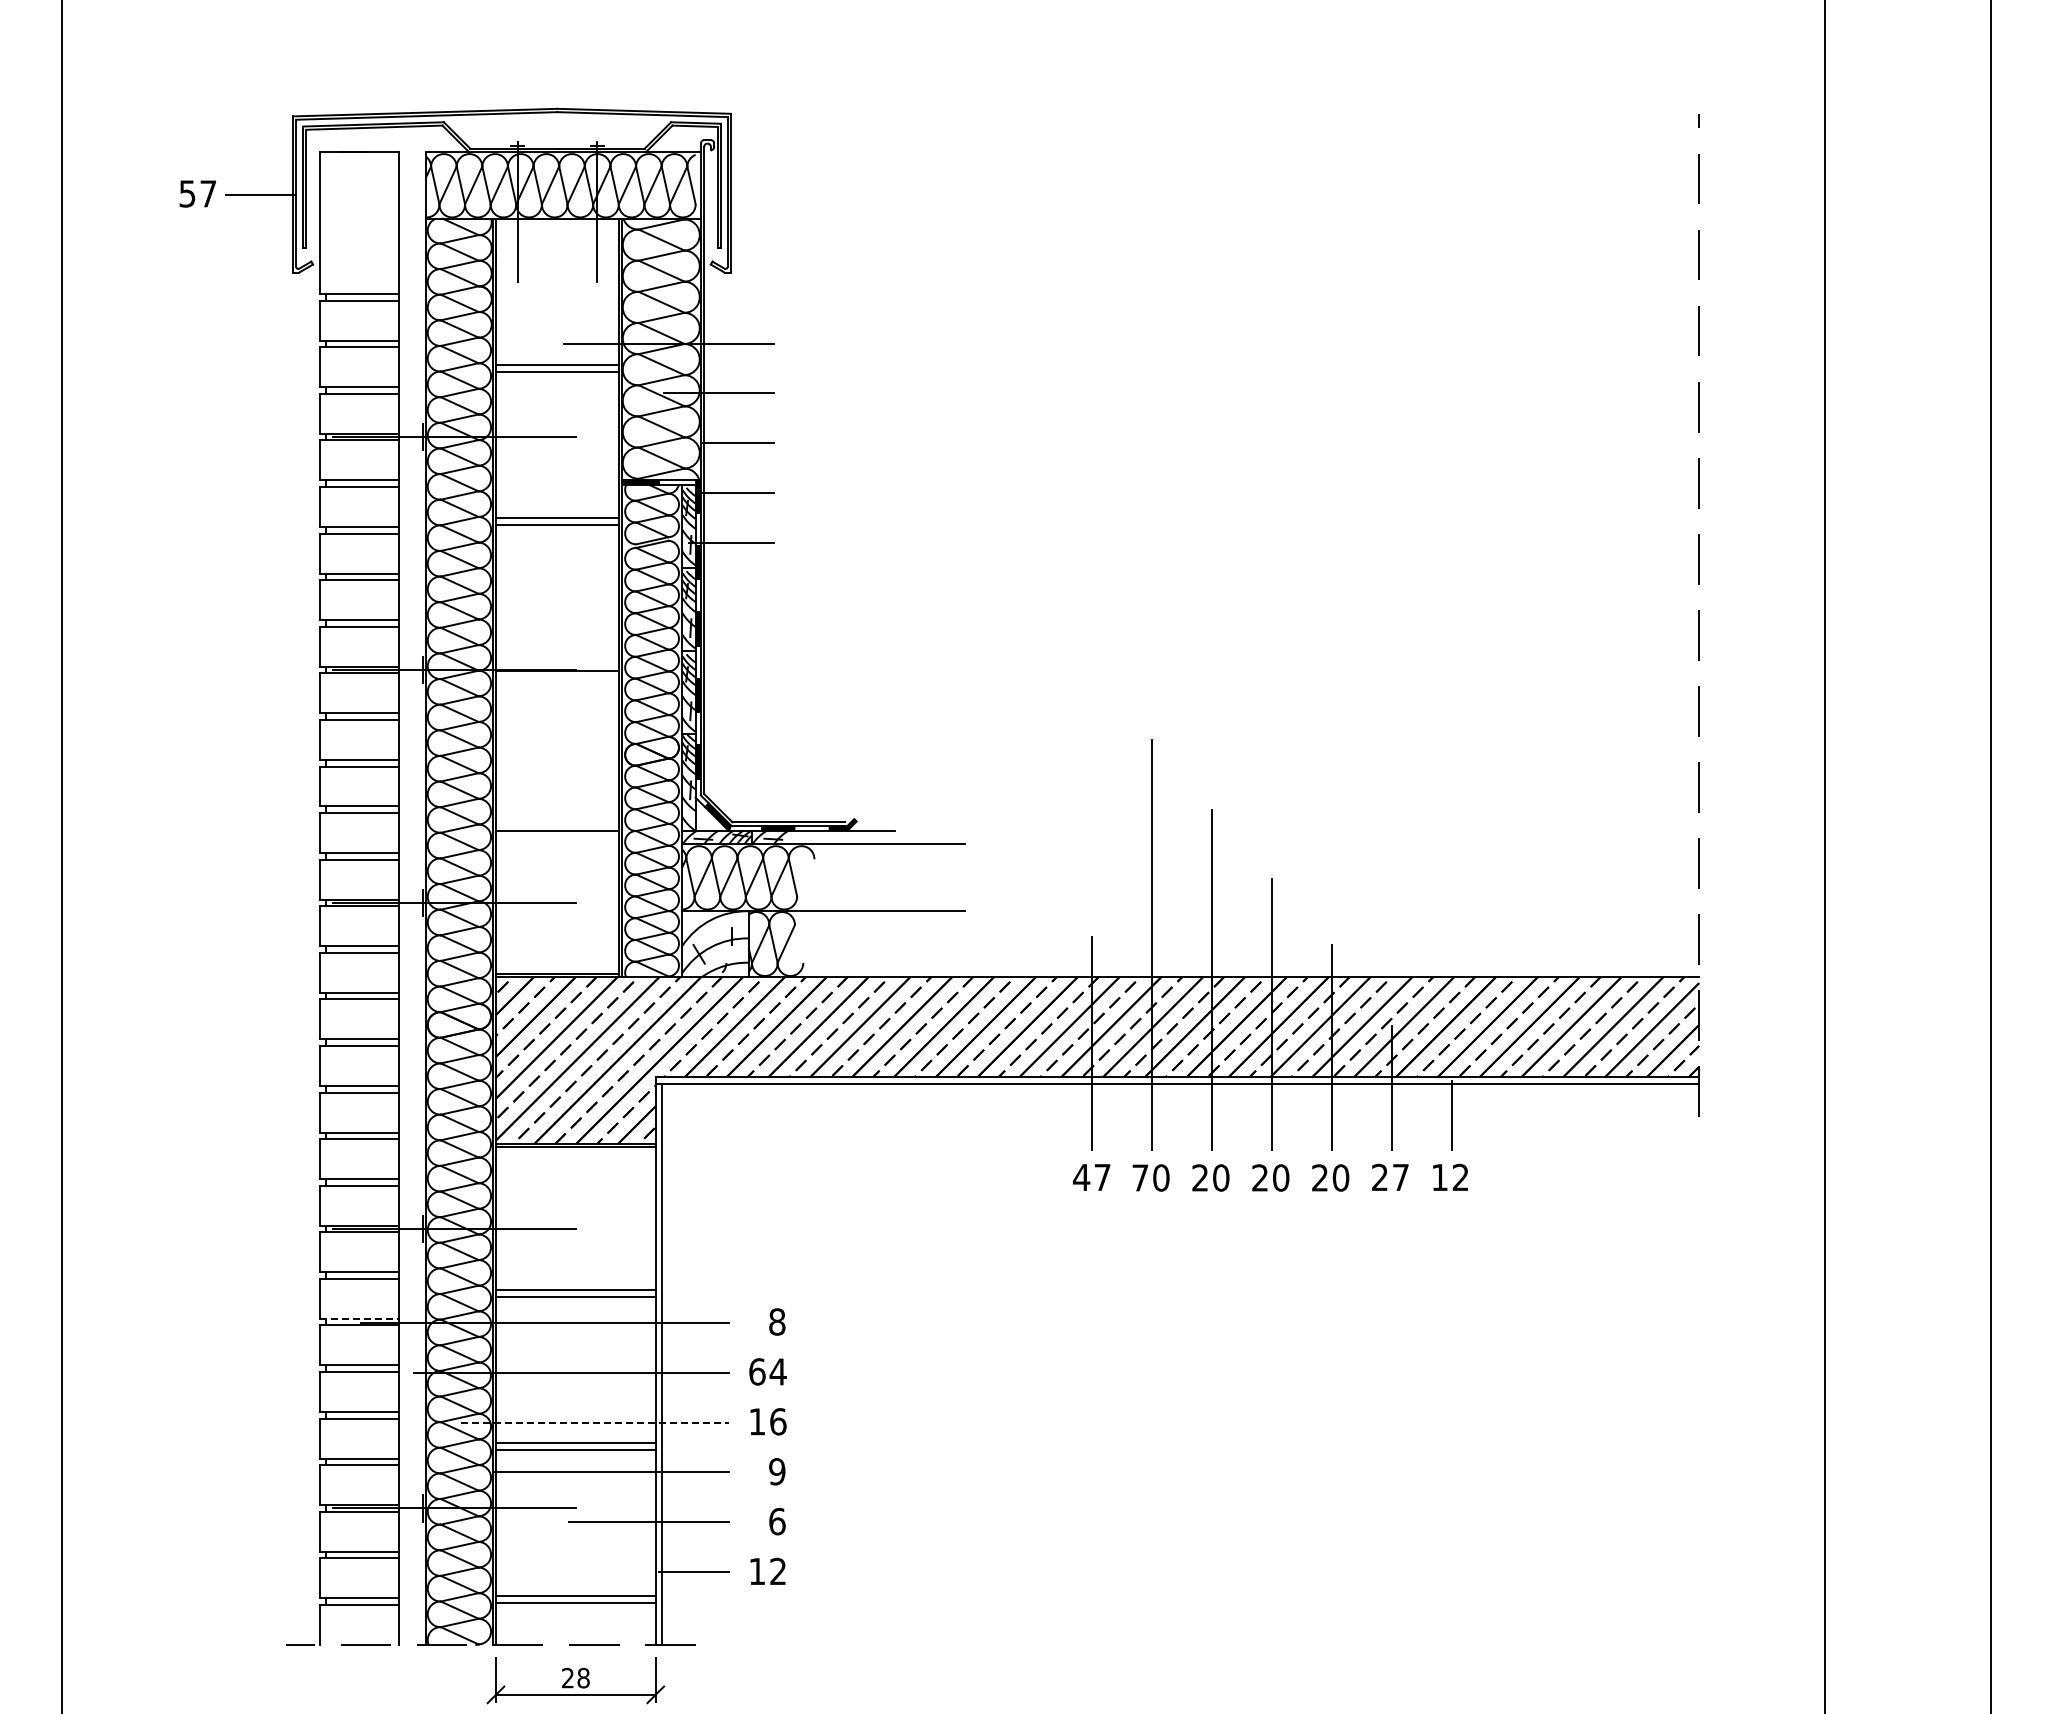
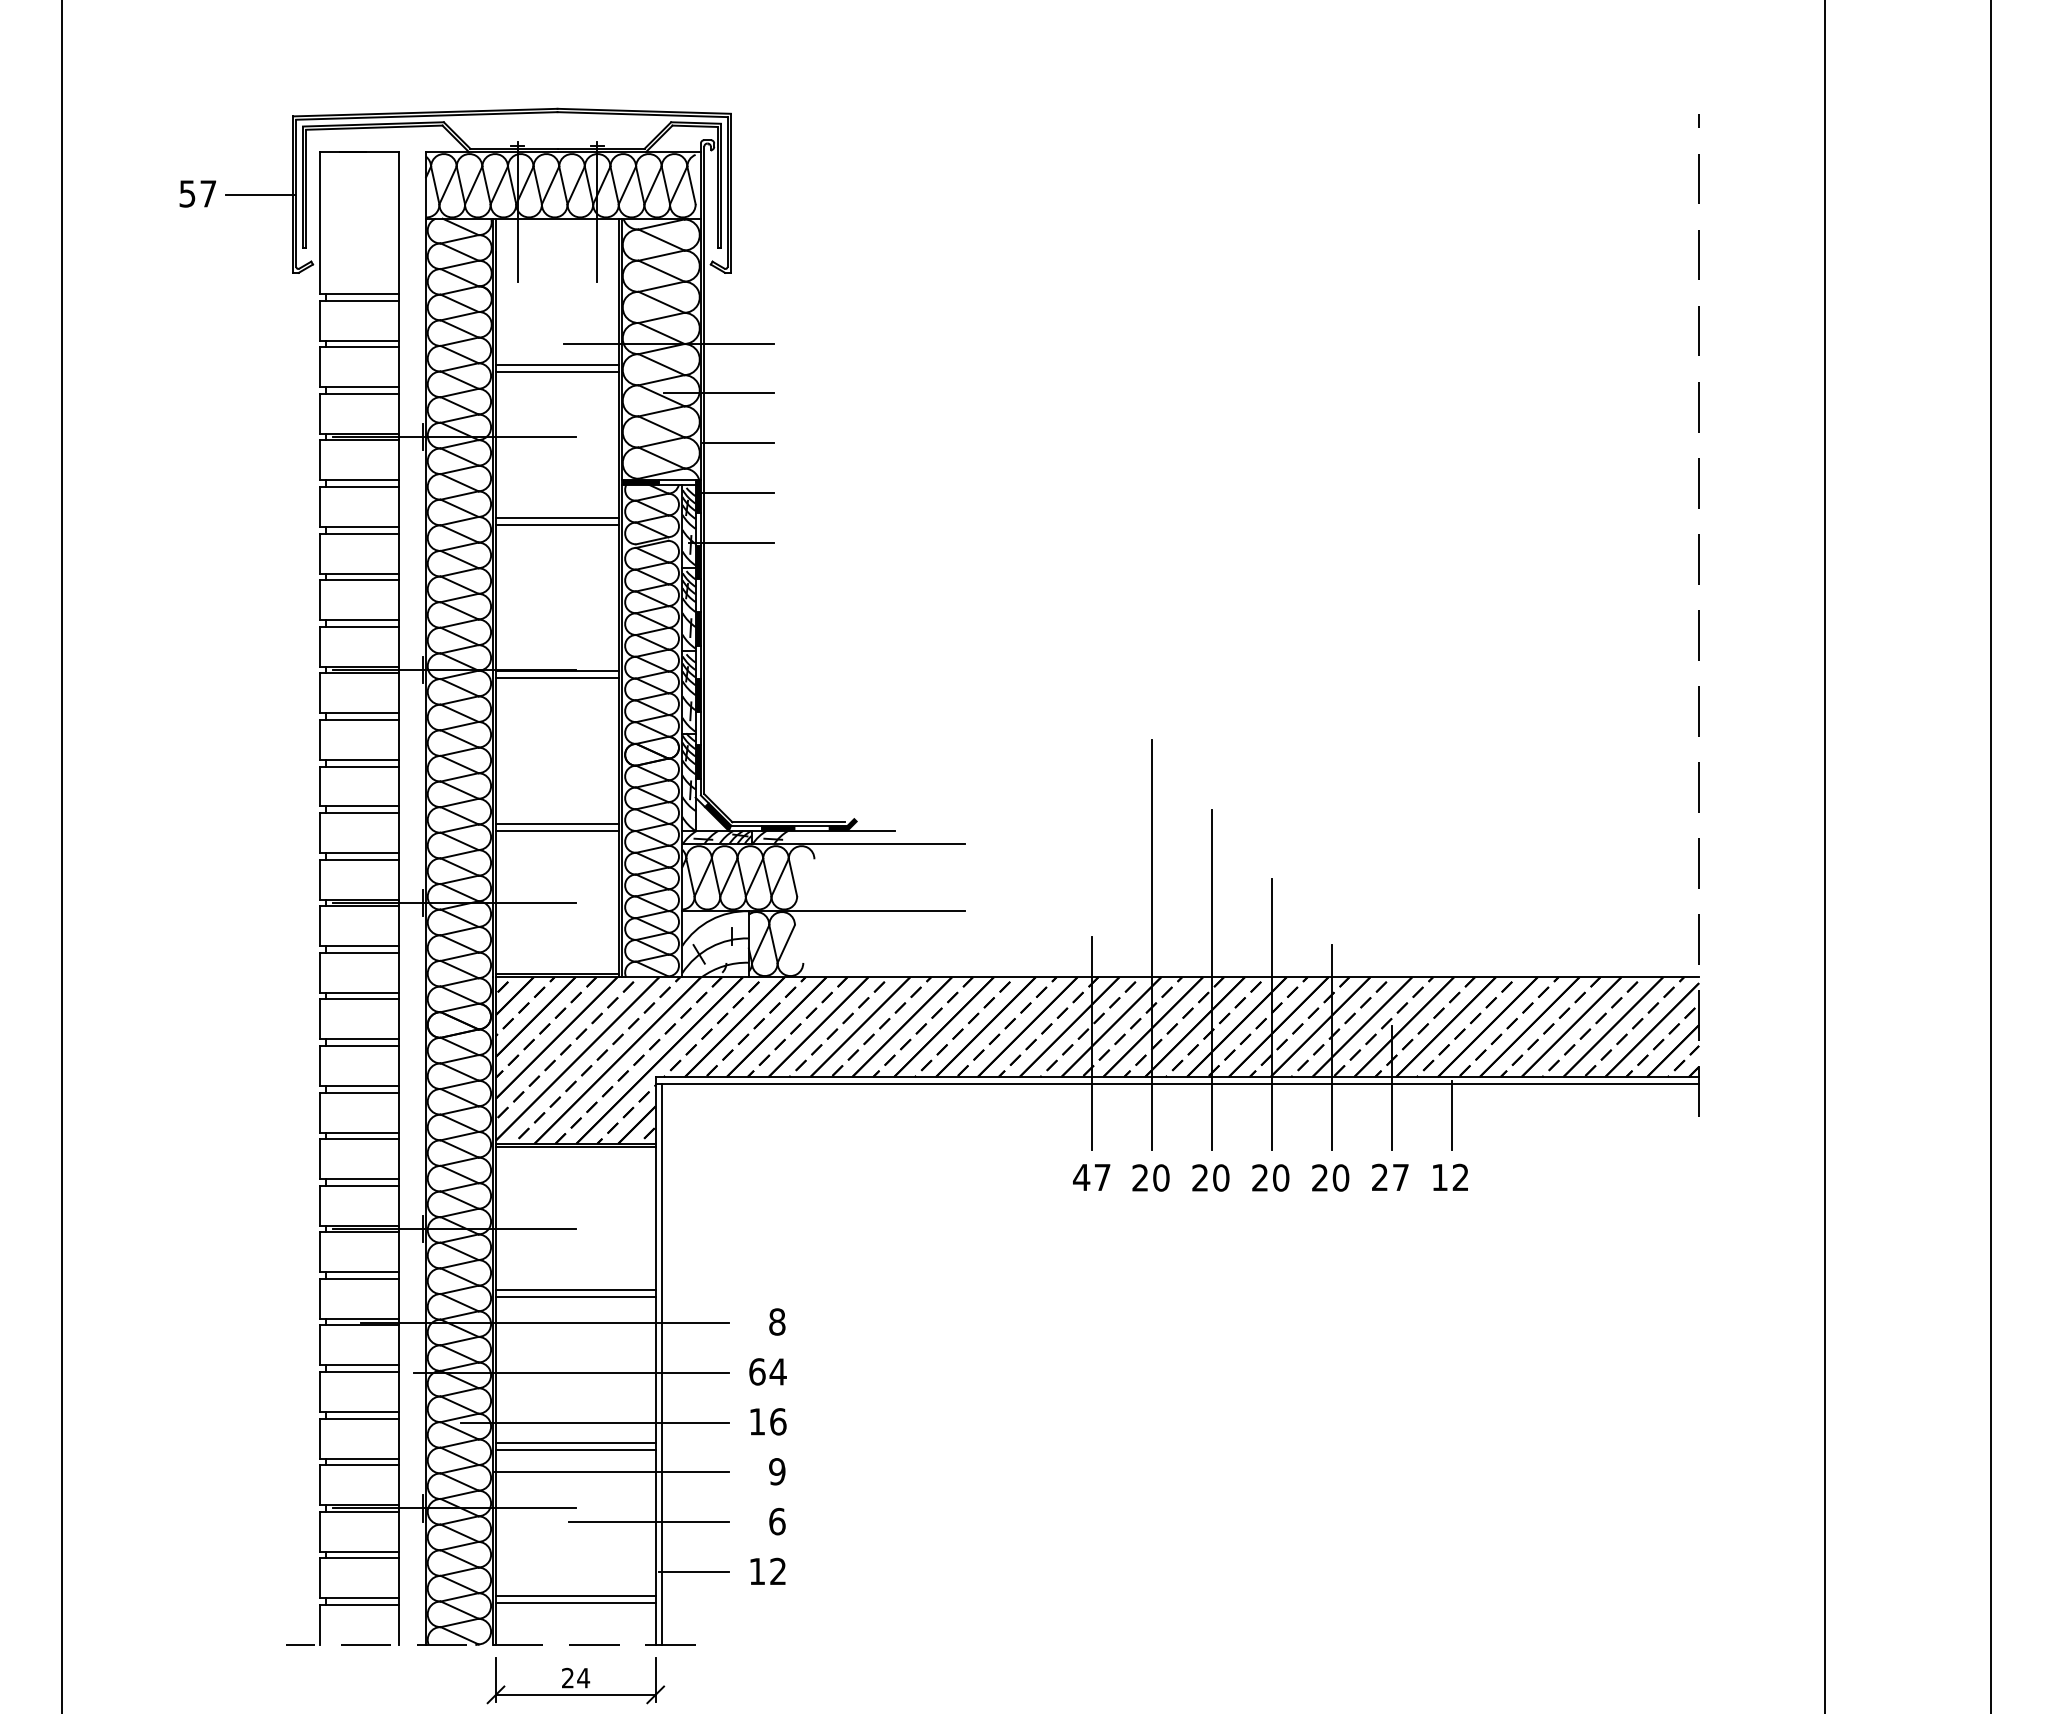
line at (557, 677): none -> present
line at (557, 824): none -> present
text at (1140, 1177): 70 -> 20
line at (359, 1318): dashed -> solid
line at (595, 1422): dashed -> solid
text at (583, 1677): 28 -> 24
